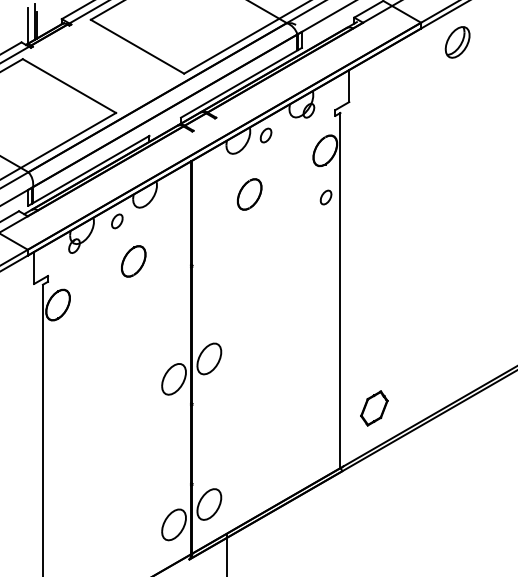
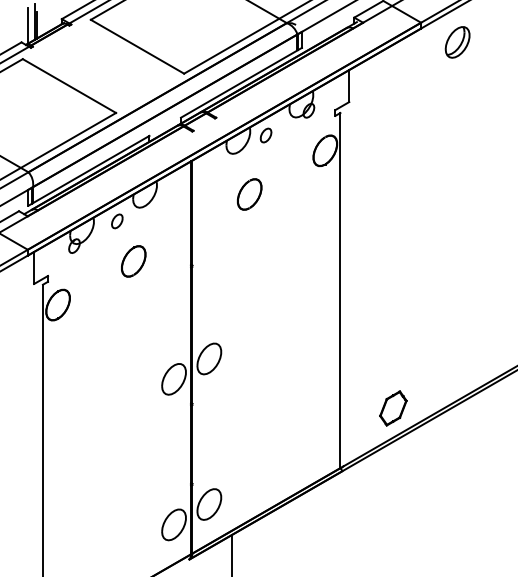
part at (325, 197): present -> none
part at (374, 408) position: (374, 408) -> (393, 408)
line at (227, 553) position: (227, 553) -> (232, 553)
